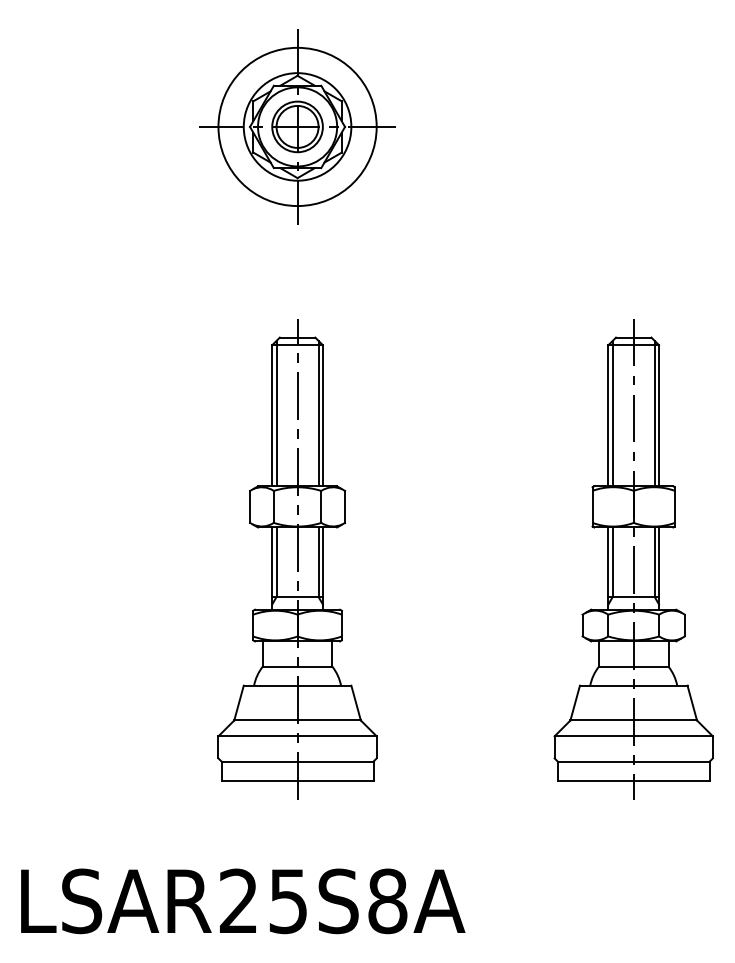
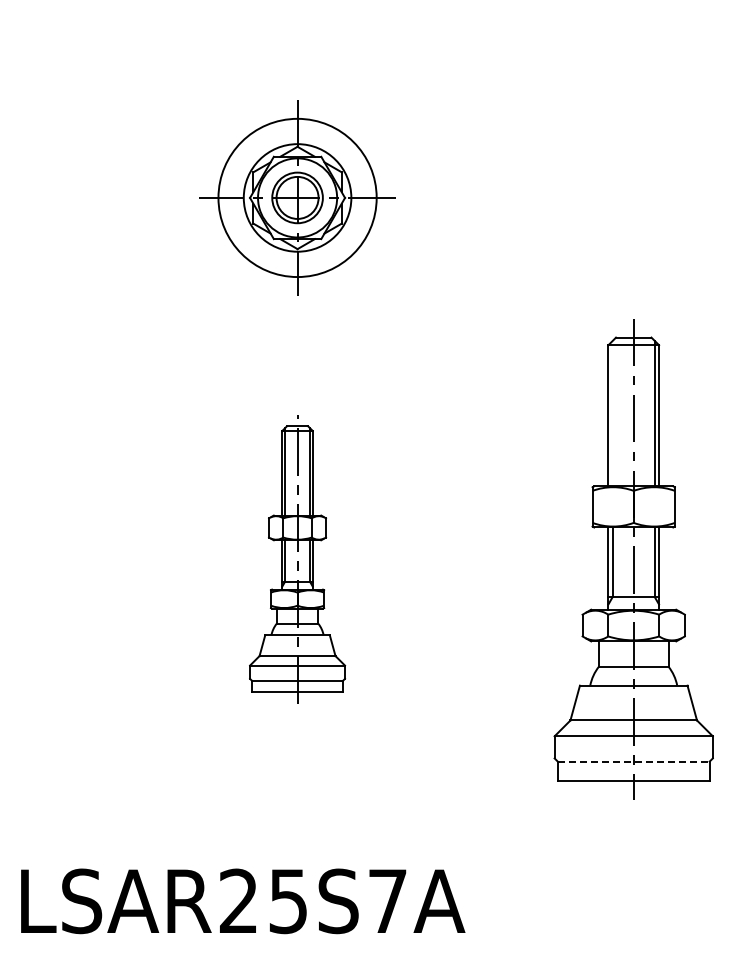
part at (297, 126) position: (297, 126) -> (297, 197)
line at (612, 413): present -> none
part at (297, 559) size: 161x481 px -> 98x289 px
line at (633, 761): solid -> dashed
text at (387, 901): LSAR25S8A -> LSAR25S7A
